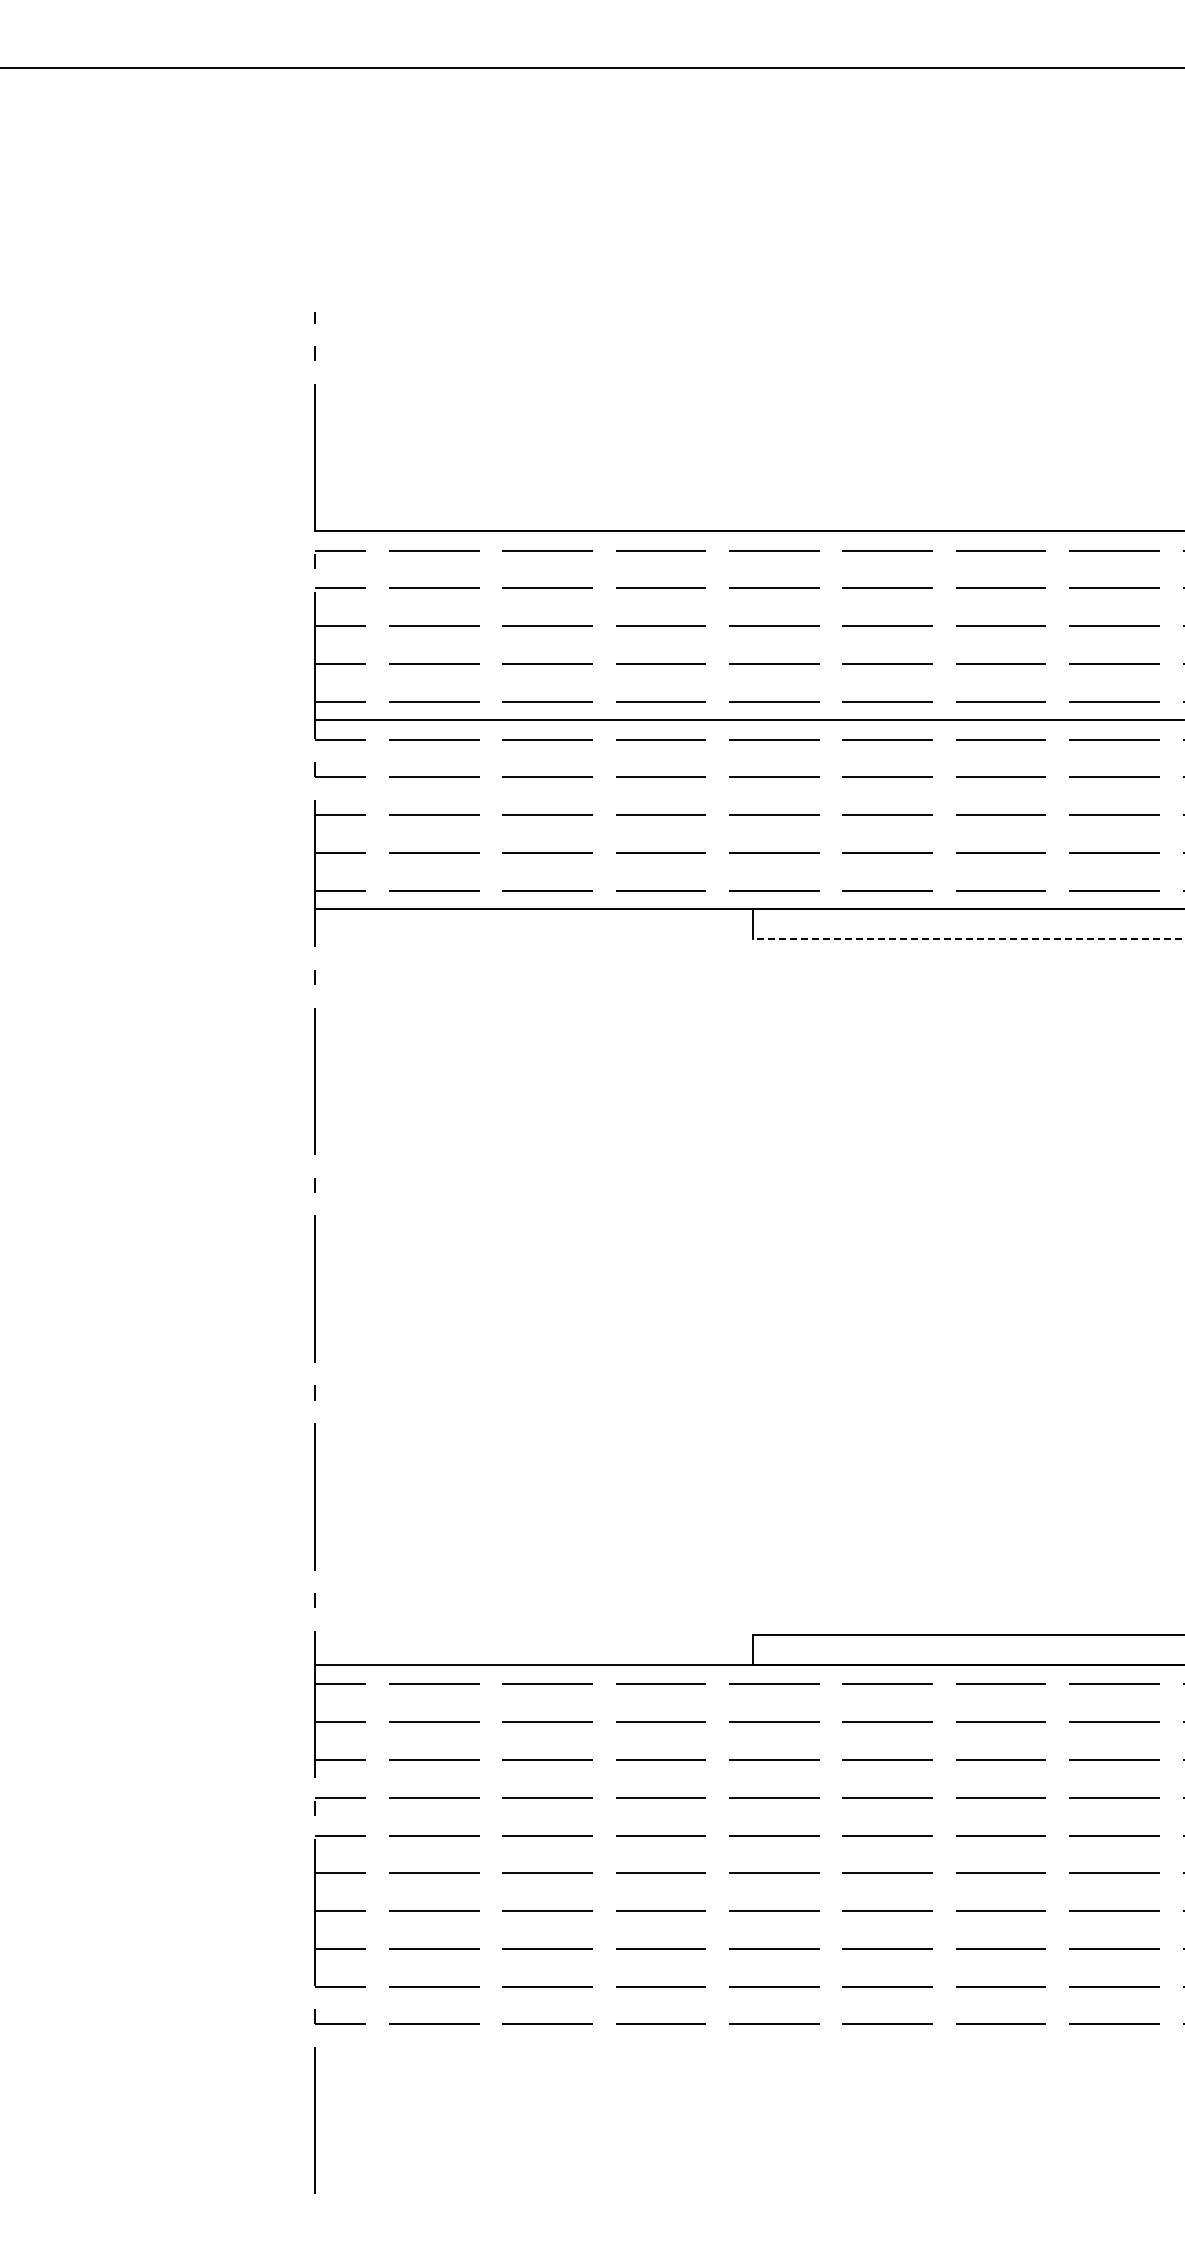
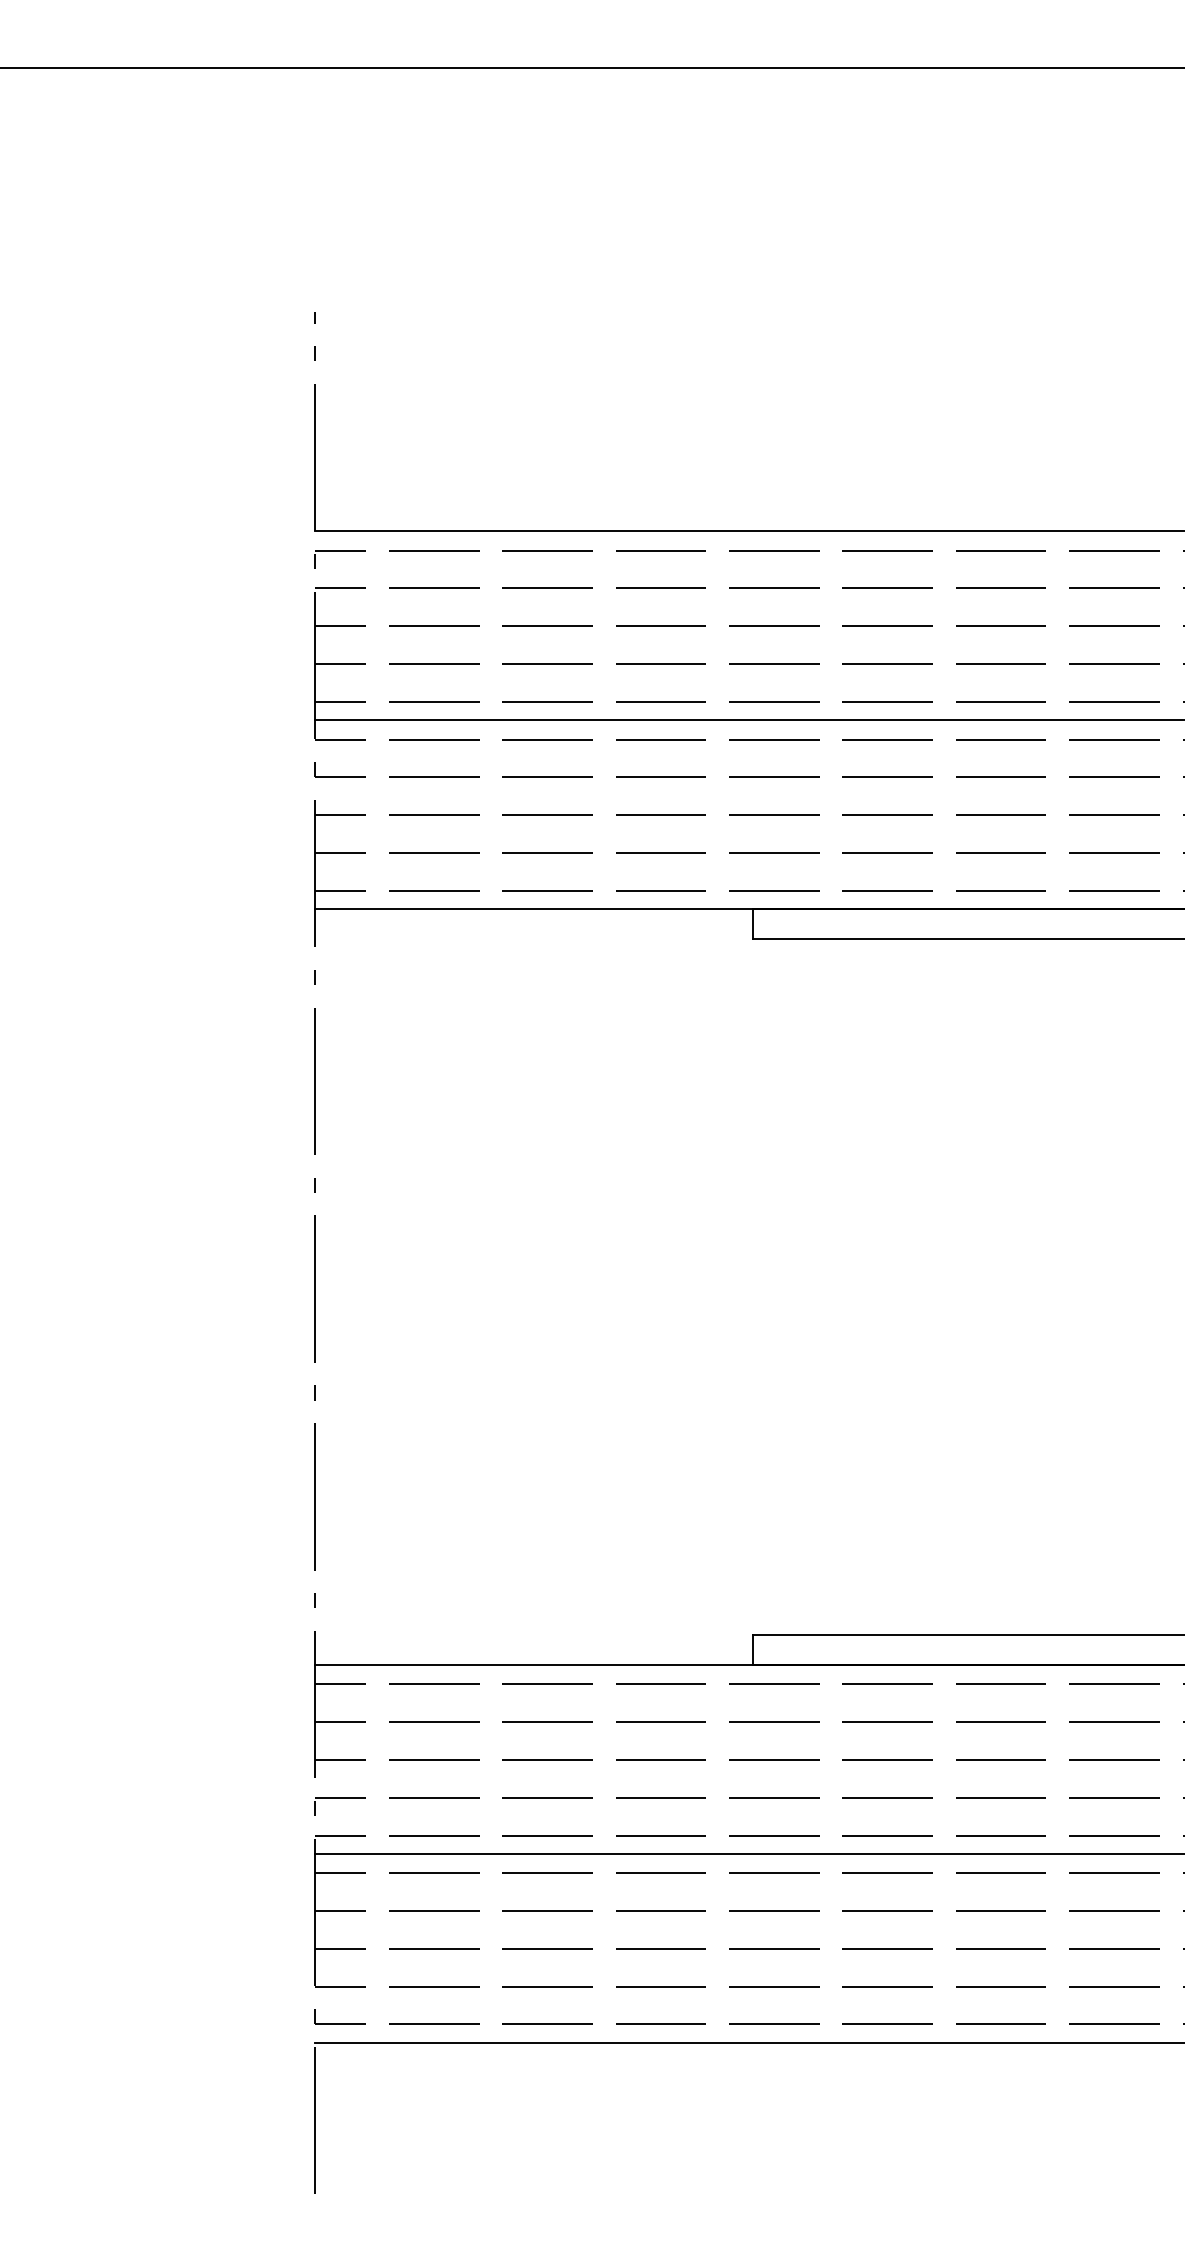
line at (968, 939): dashed -> solid
line at (748, 1853): none -> present
line at (748, 2042): none -> present
